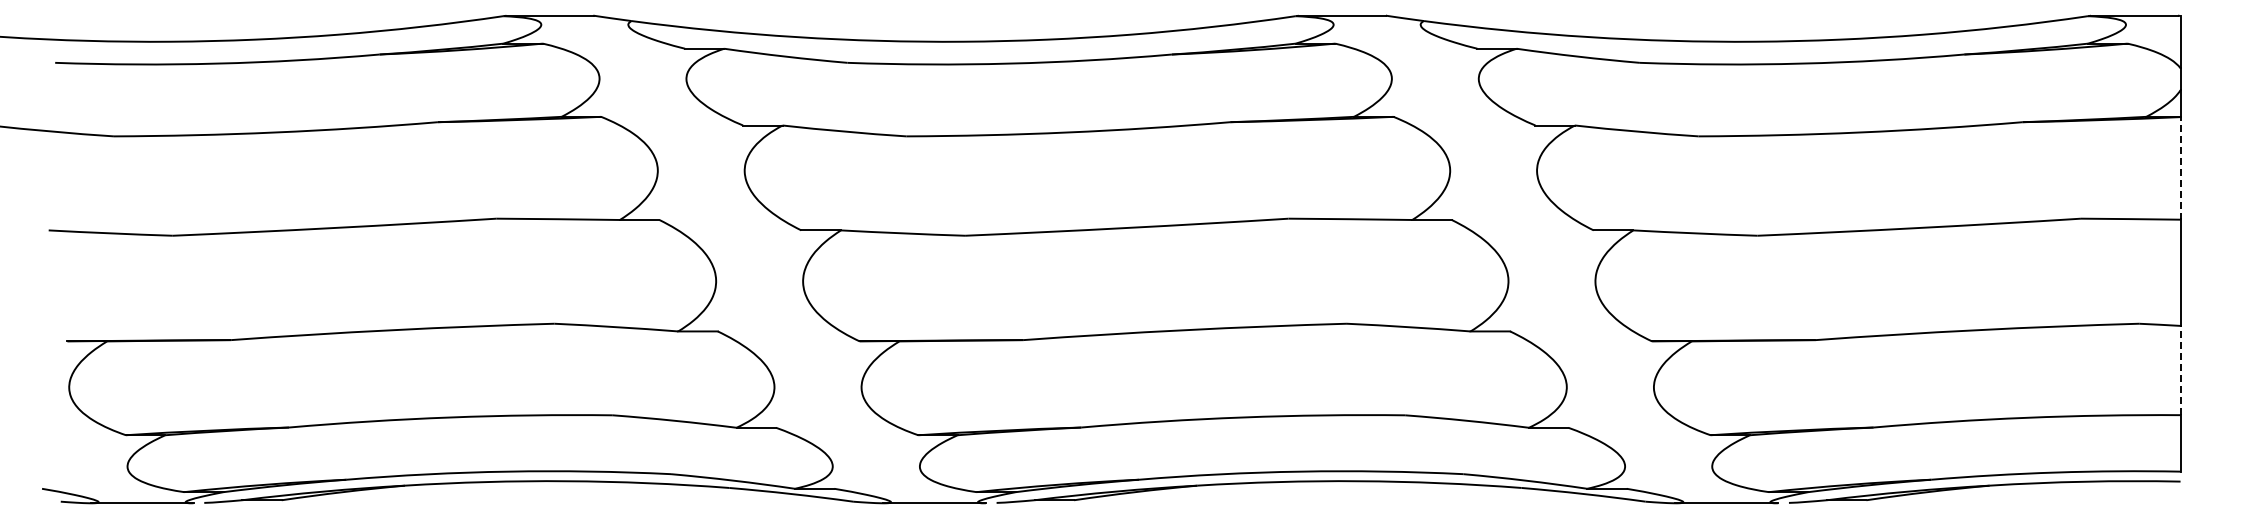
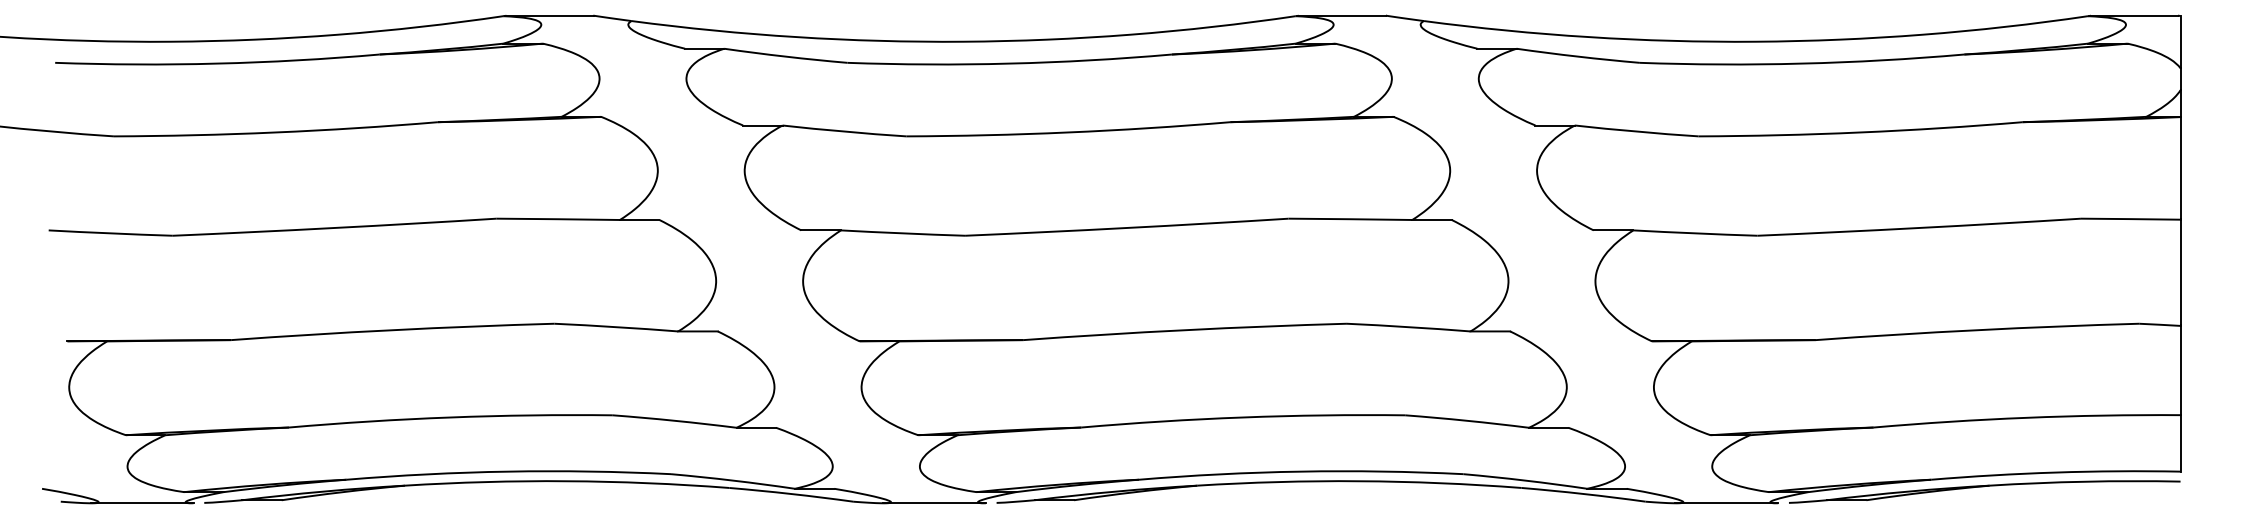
line at (2180, 167): dashed -> solid
line at (2180, 369): dashed -> solid
